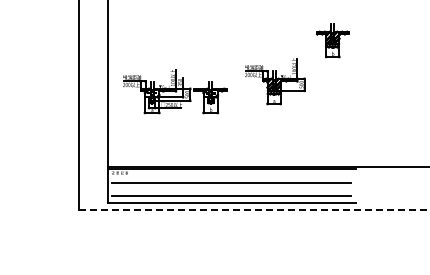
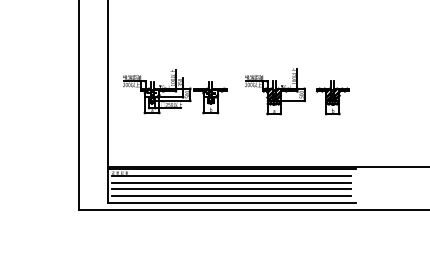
part at (332, 40) position: (332, 40) -> (332, 97)
part at (275, 81) position: (275, 81) -> (275, 91)
line at (230, 175): none -> present
line at (230, 189): none -> present
line at (254, 209): dashed -> solid
